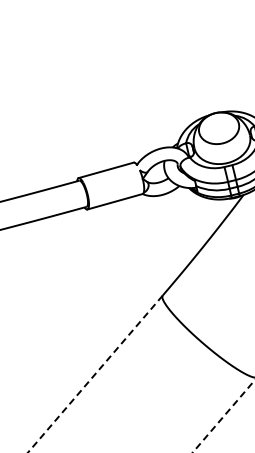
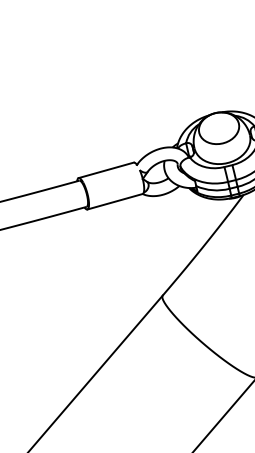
line at (95, 374): dashed -> solid
line at (223, 416): dashed -> solid
